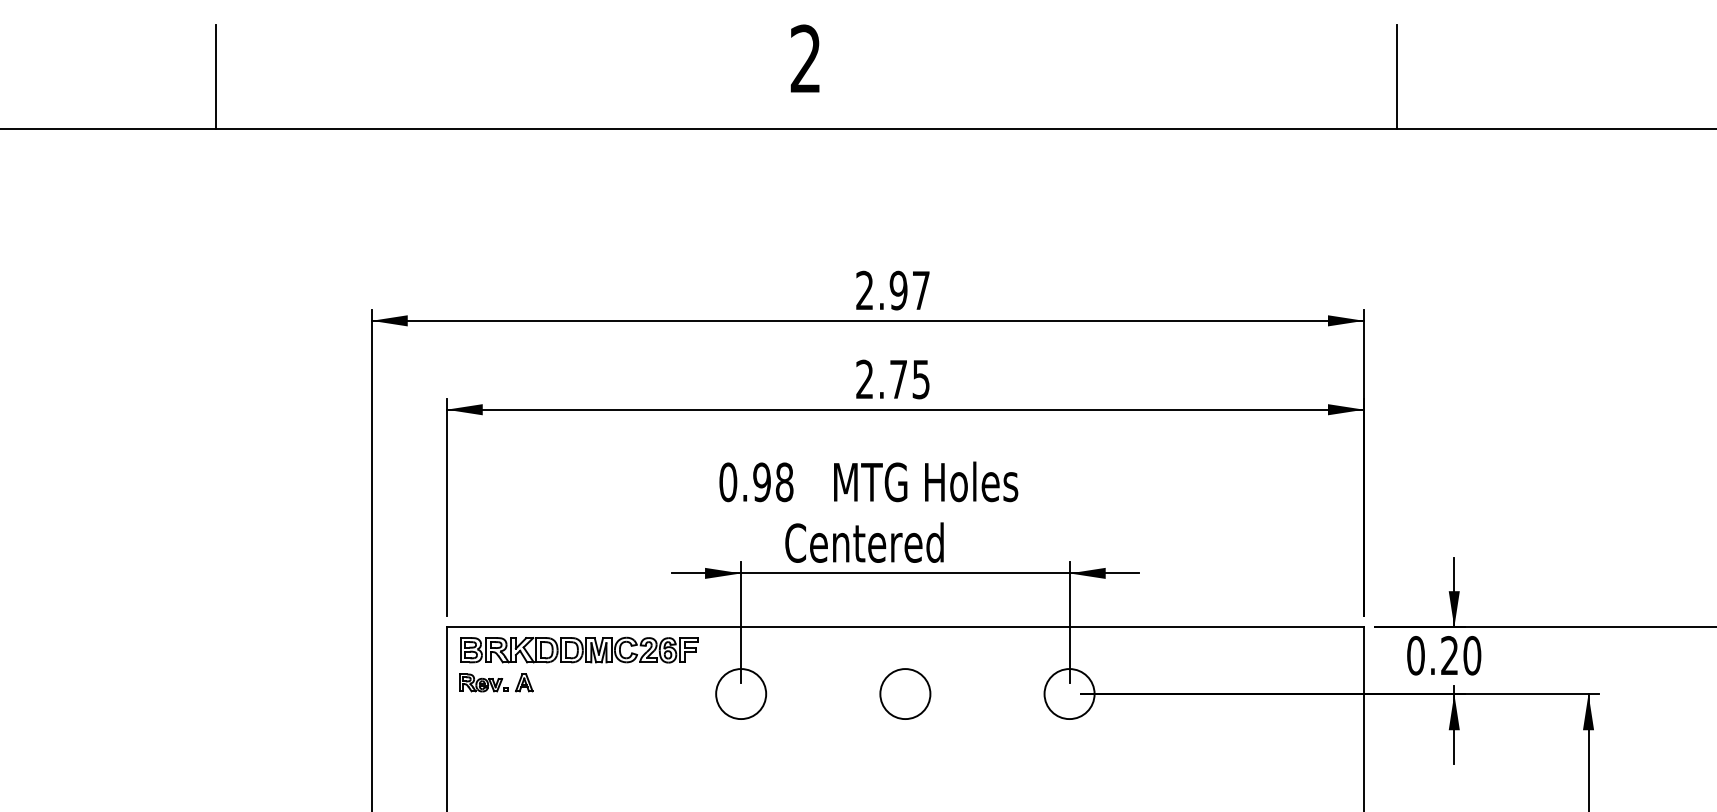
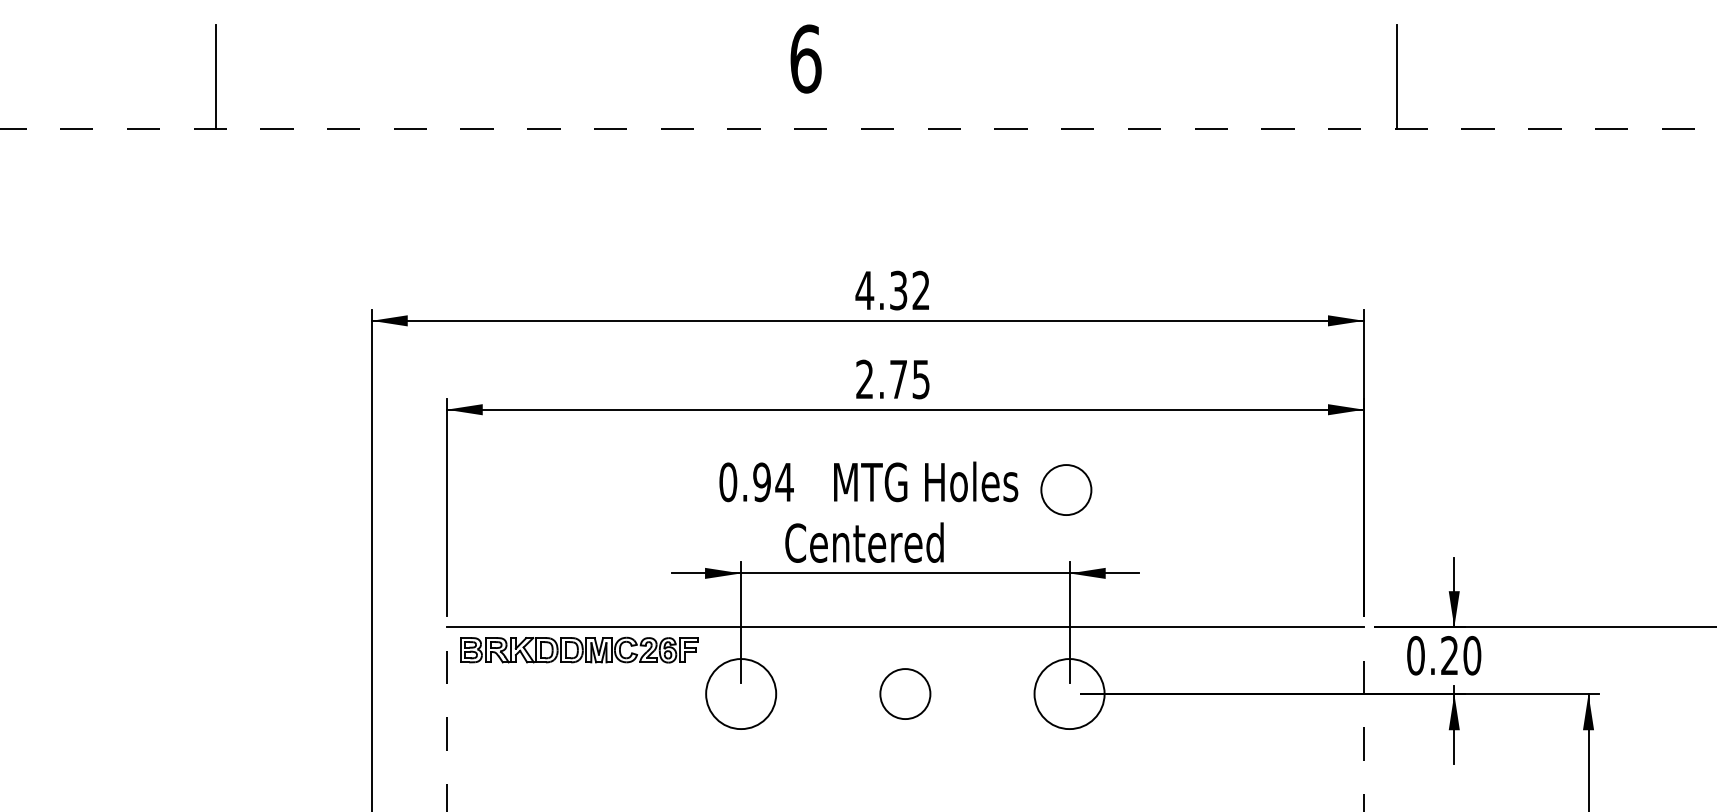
text at (805, 58): 2 -> 6
line at (858, 129): solid -> dashed
text at (892, 290): 2.97 -> 4.32
text at (784, 482): 0.98 -> 0.94
circle at (1066, 489): none -> present
part at (496, 682): present -> none
circle at (741, 694) diameter: 50 px -> 70 px
circle at (1069, 694) diameter: 50 px -> 70 px
line at (446, 719): solid -> dashed
line at (1364, 719): solid -> dashed
